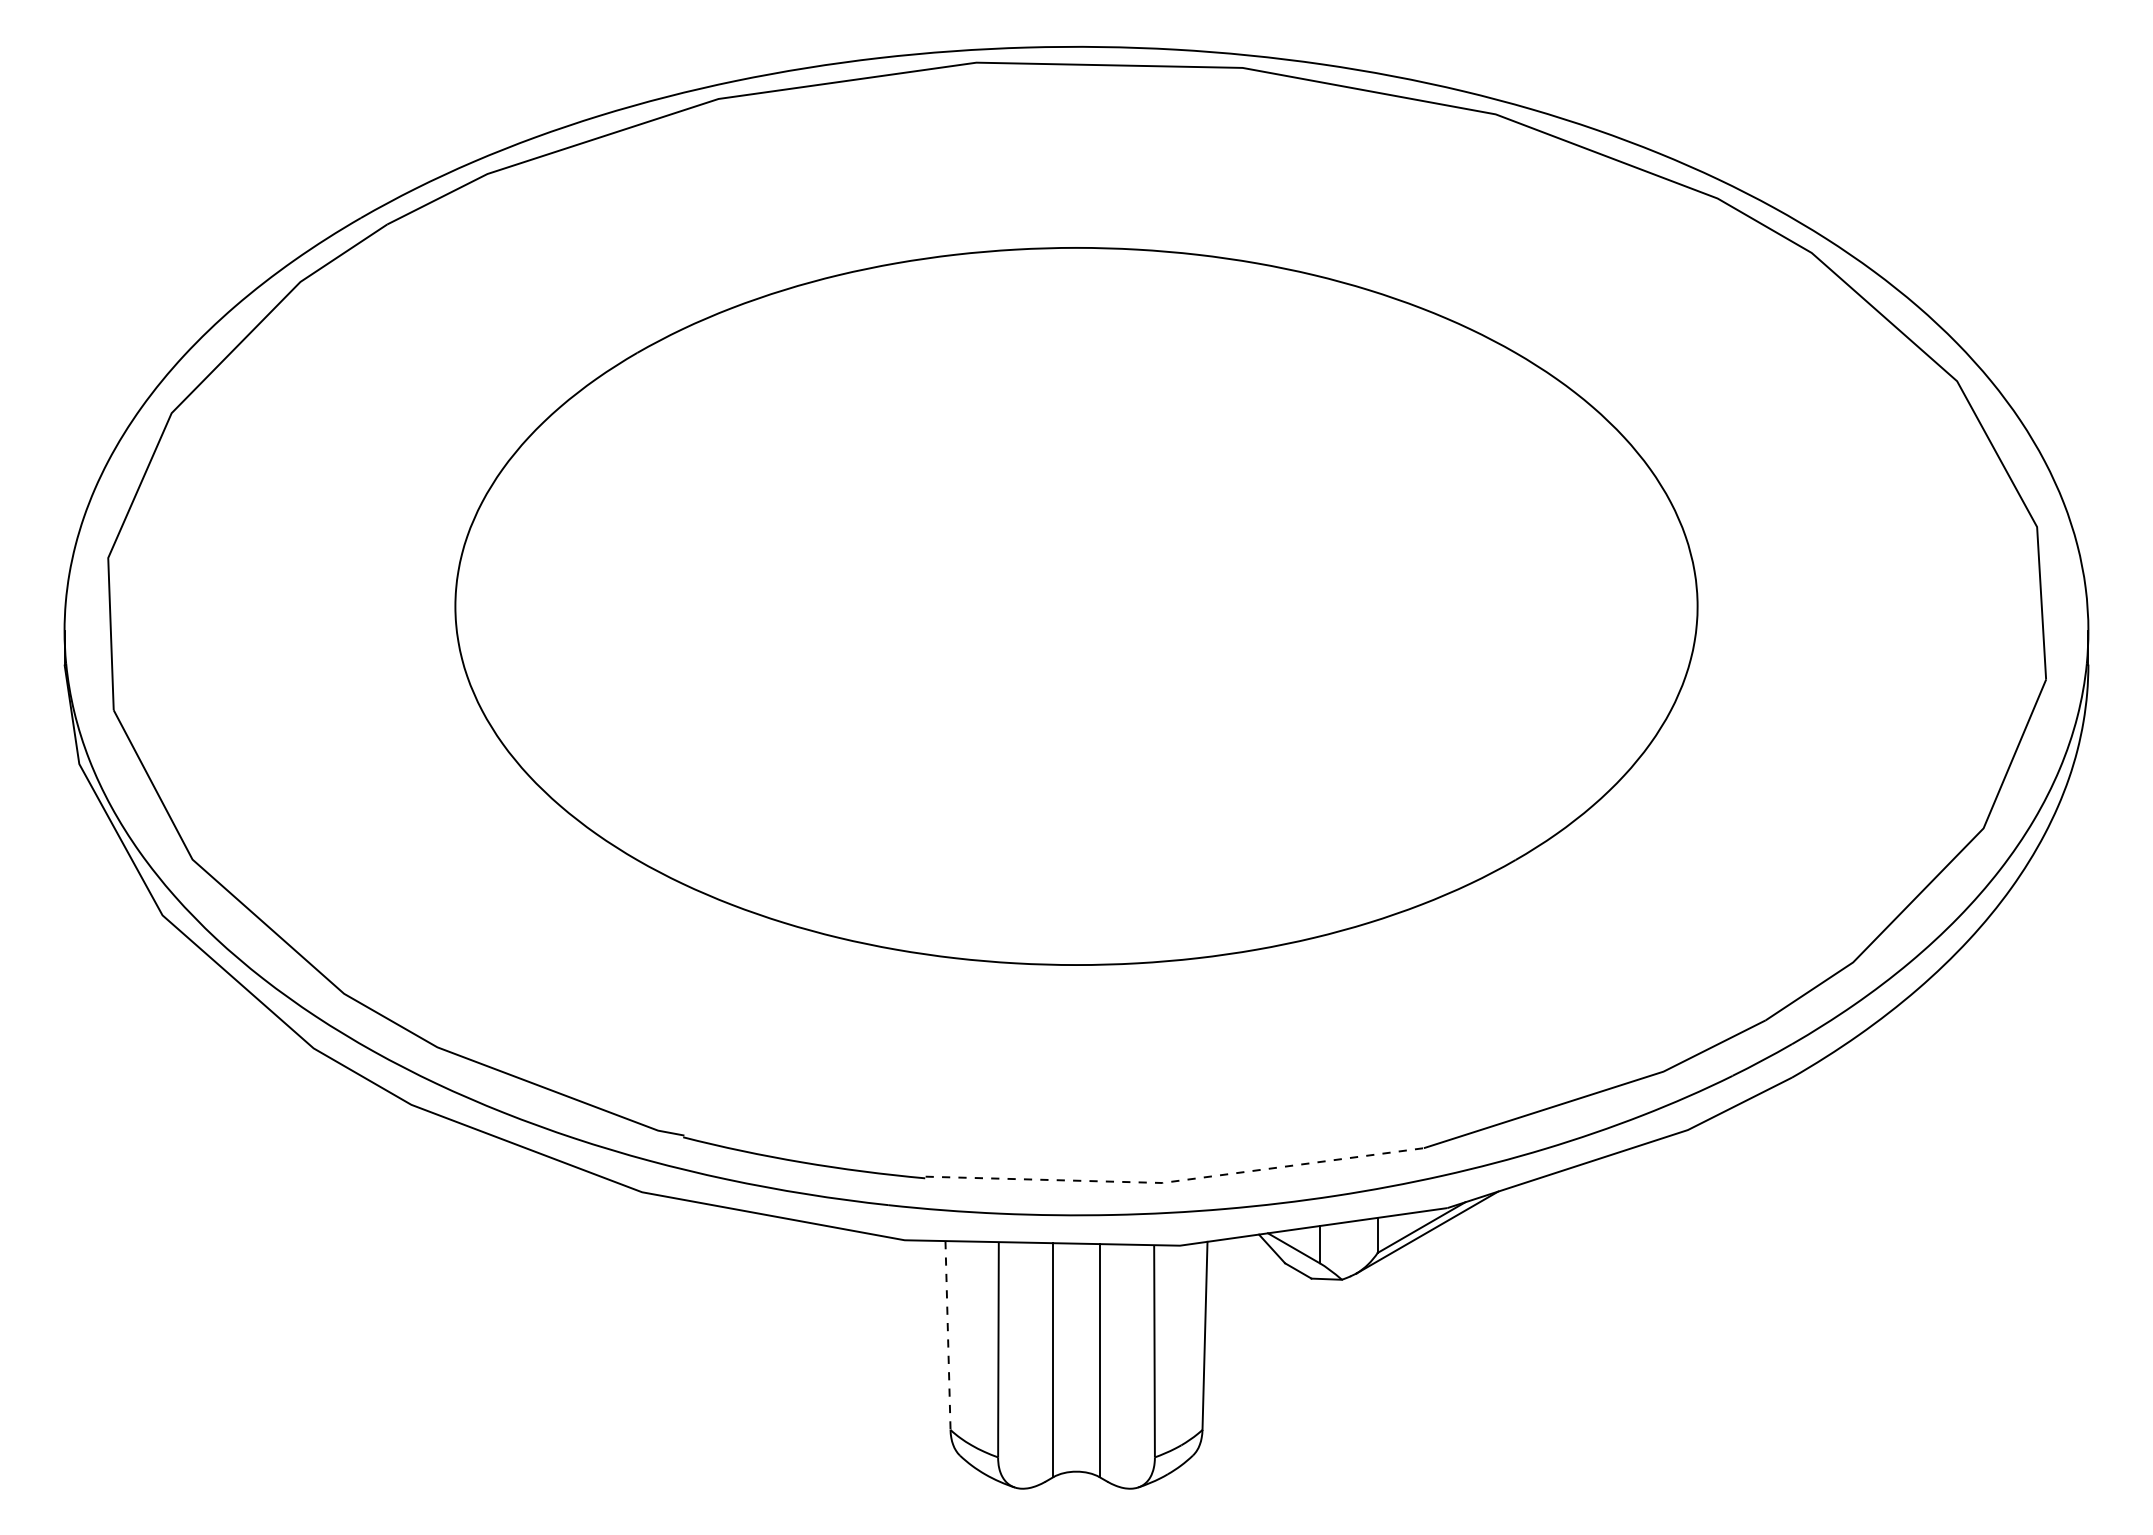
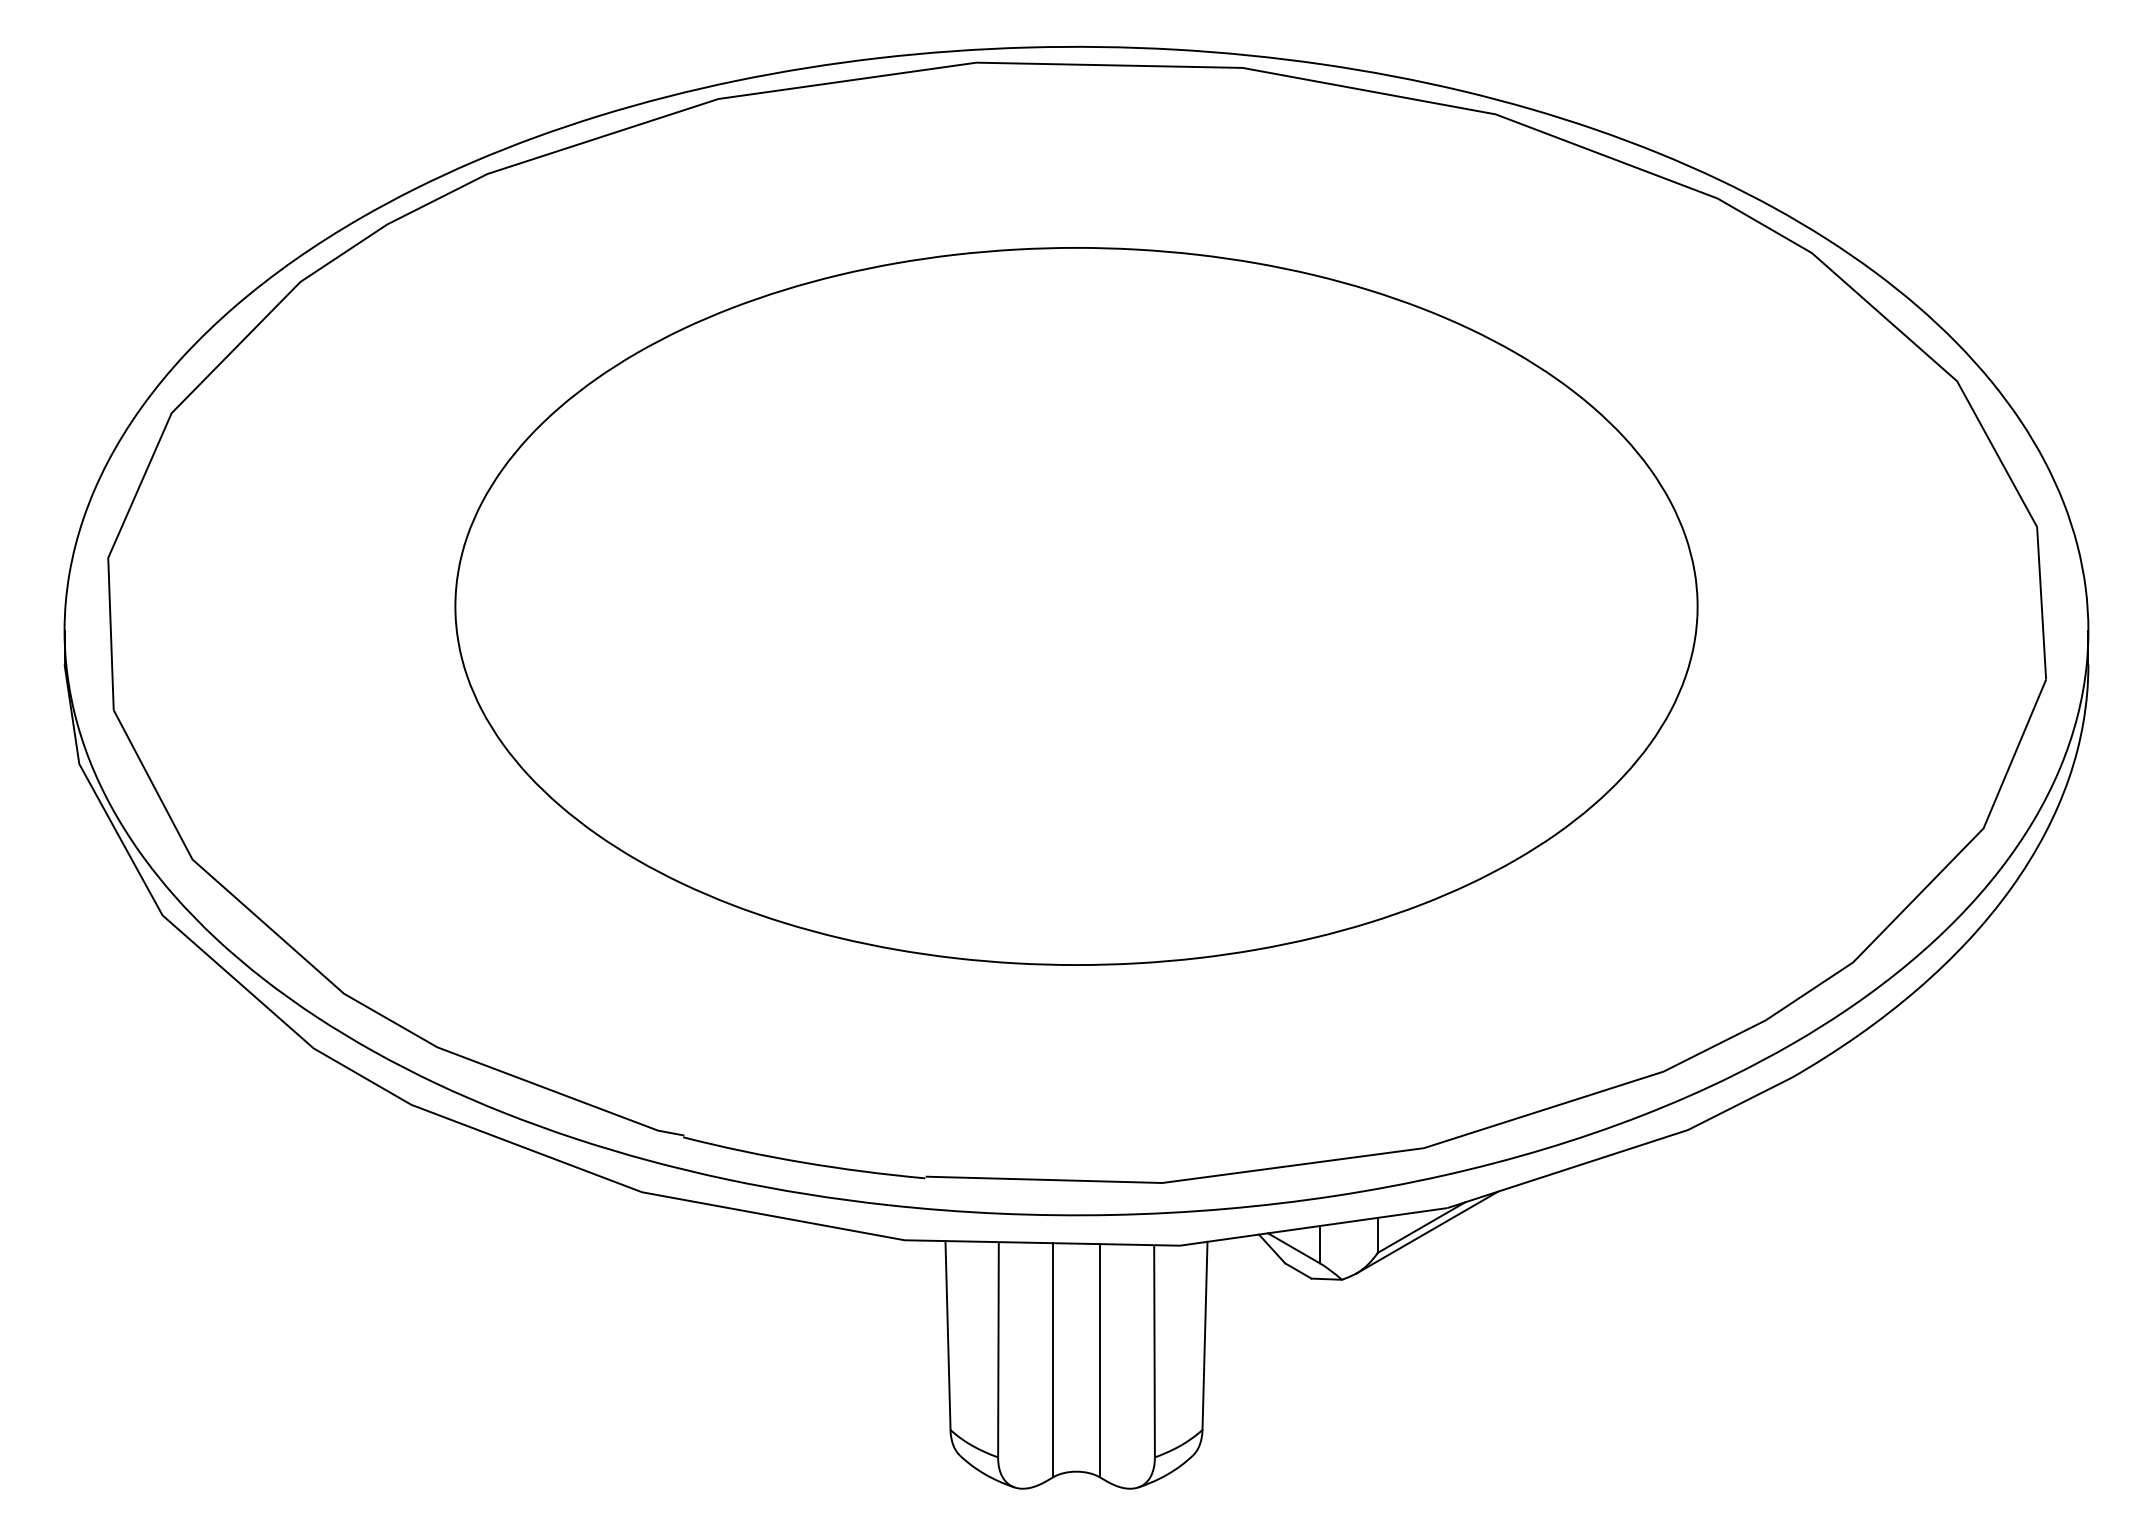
line at (1175, 1181): dashed -> solid
line at (948, 1336): dashed -> solid
